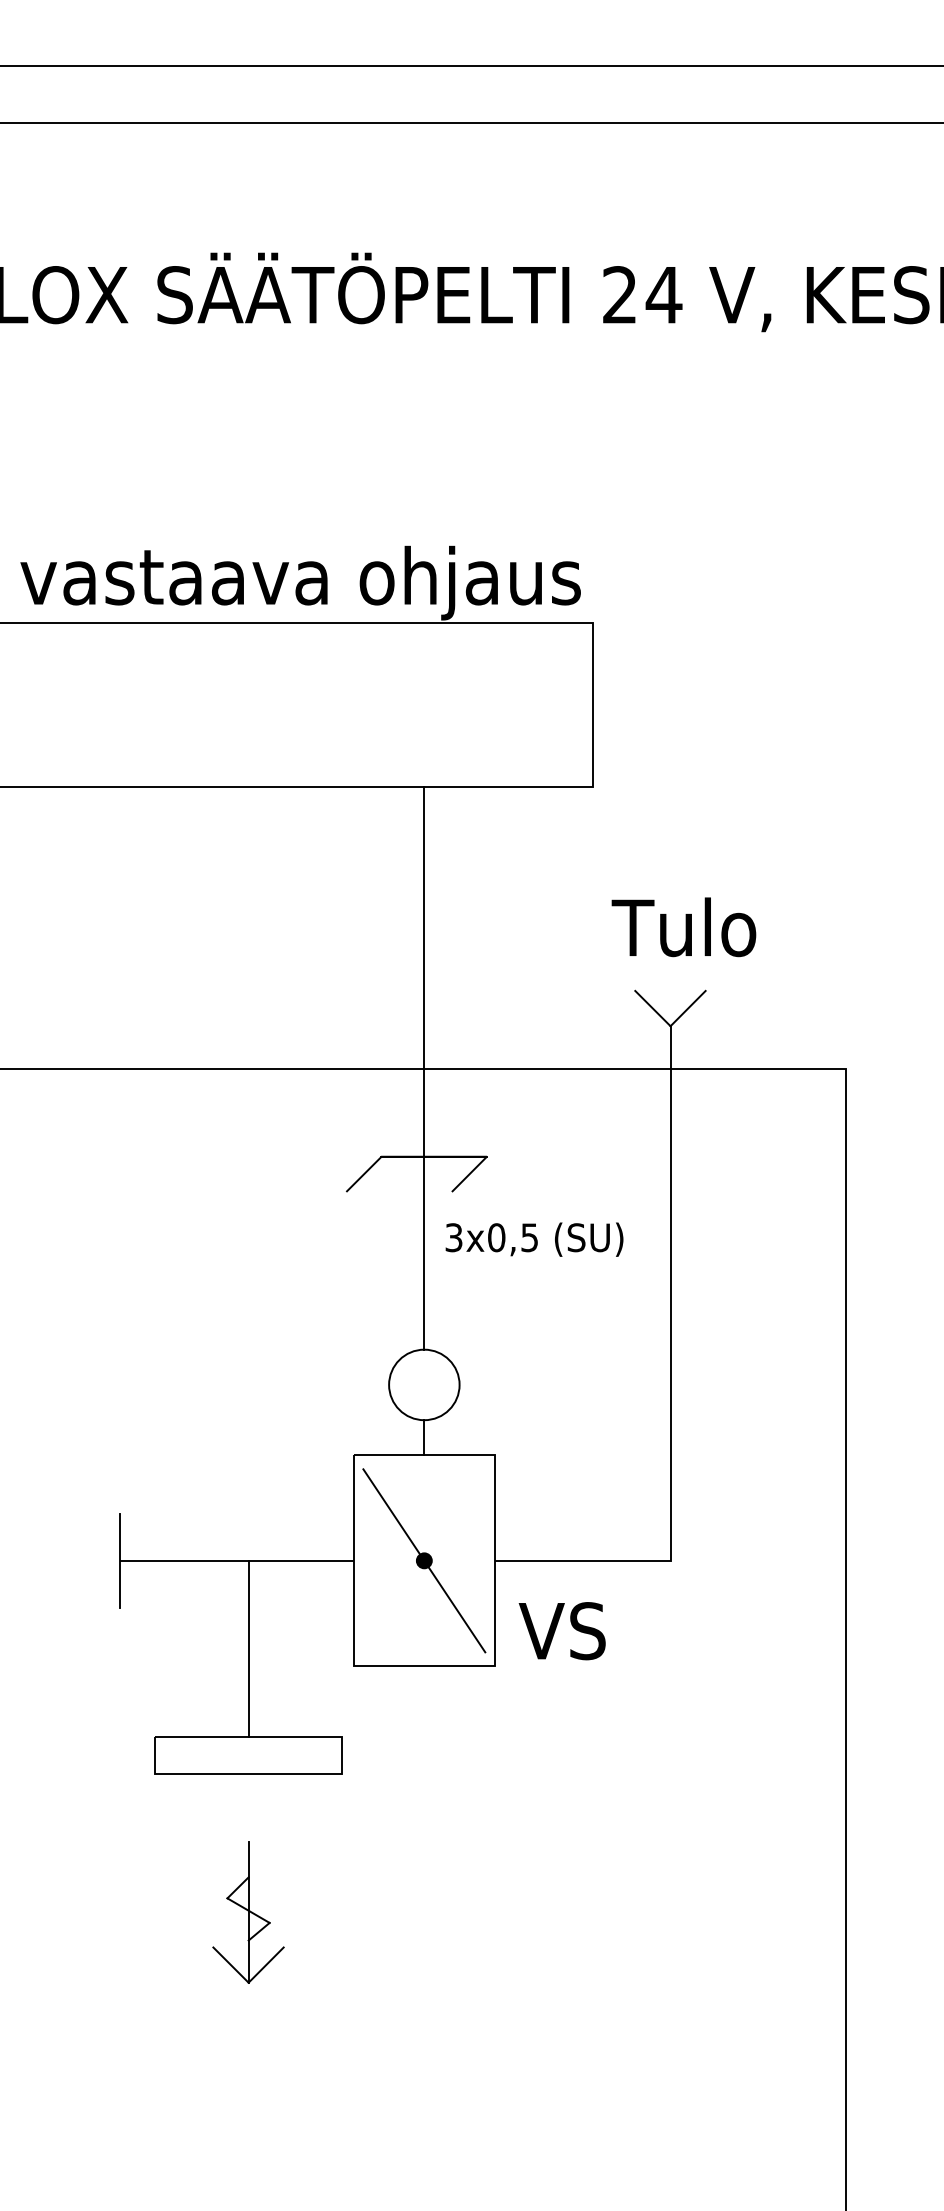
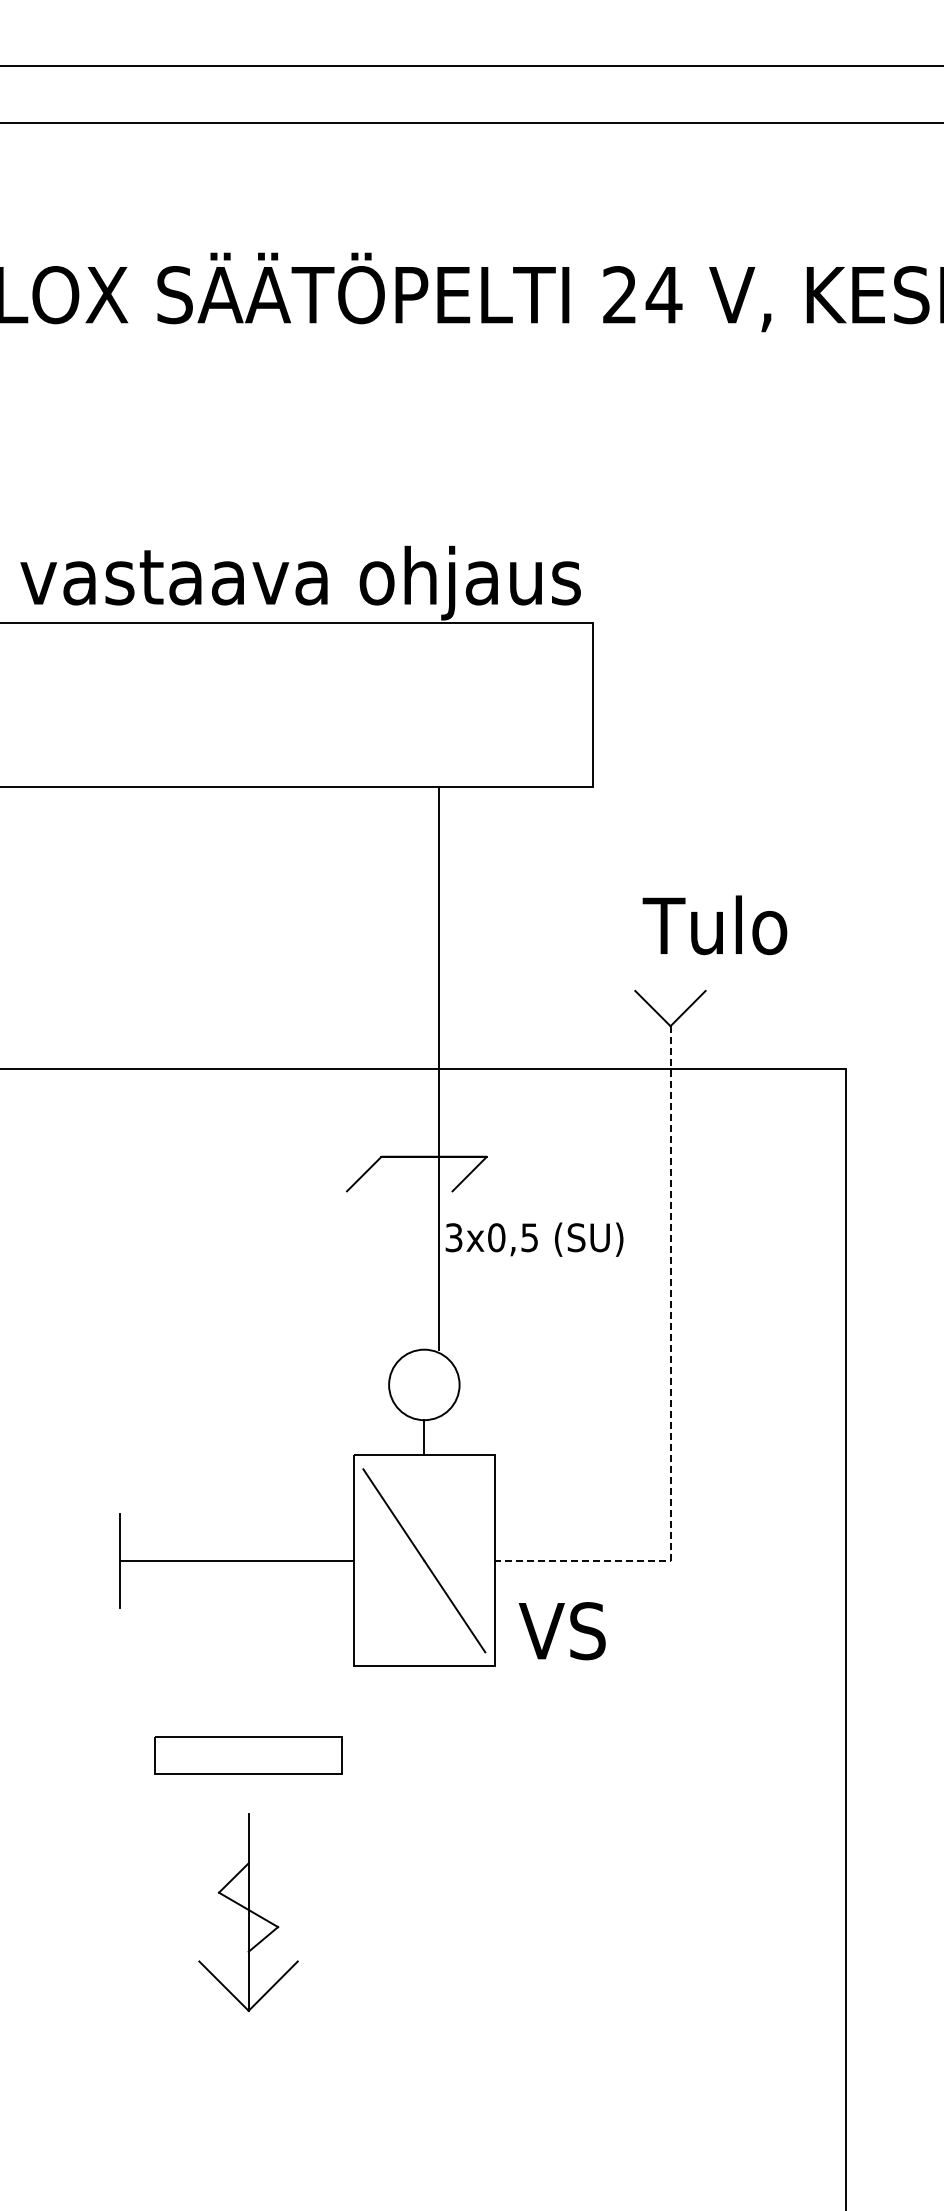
text at (683, 927) position: (683, 927) -> (714, 925)
line at (424, 1068) position: (424, 1068) -> (439, 1068)
line at (670, 1382): solid -> dashed
fill at (423, 1560): present -> none
line at (248, 1648): present -> none
part at (248, 1912) size: 73x143 px -> 101x199 px
